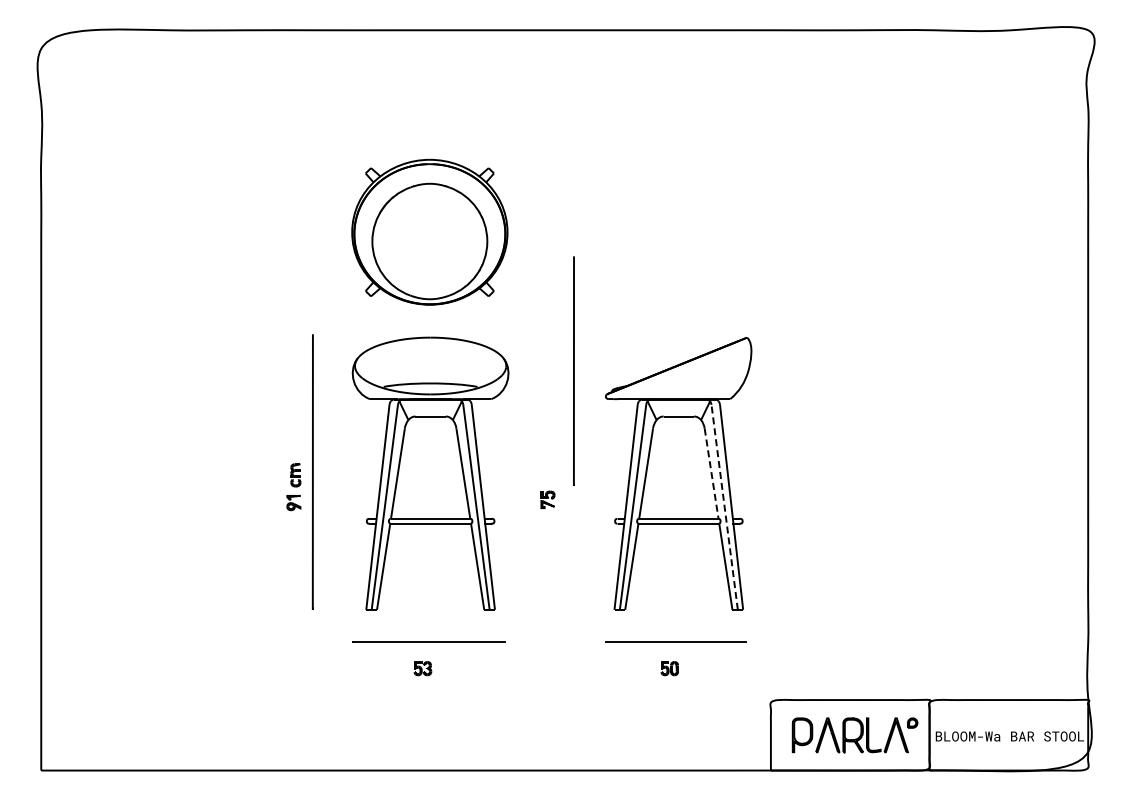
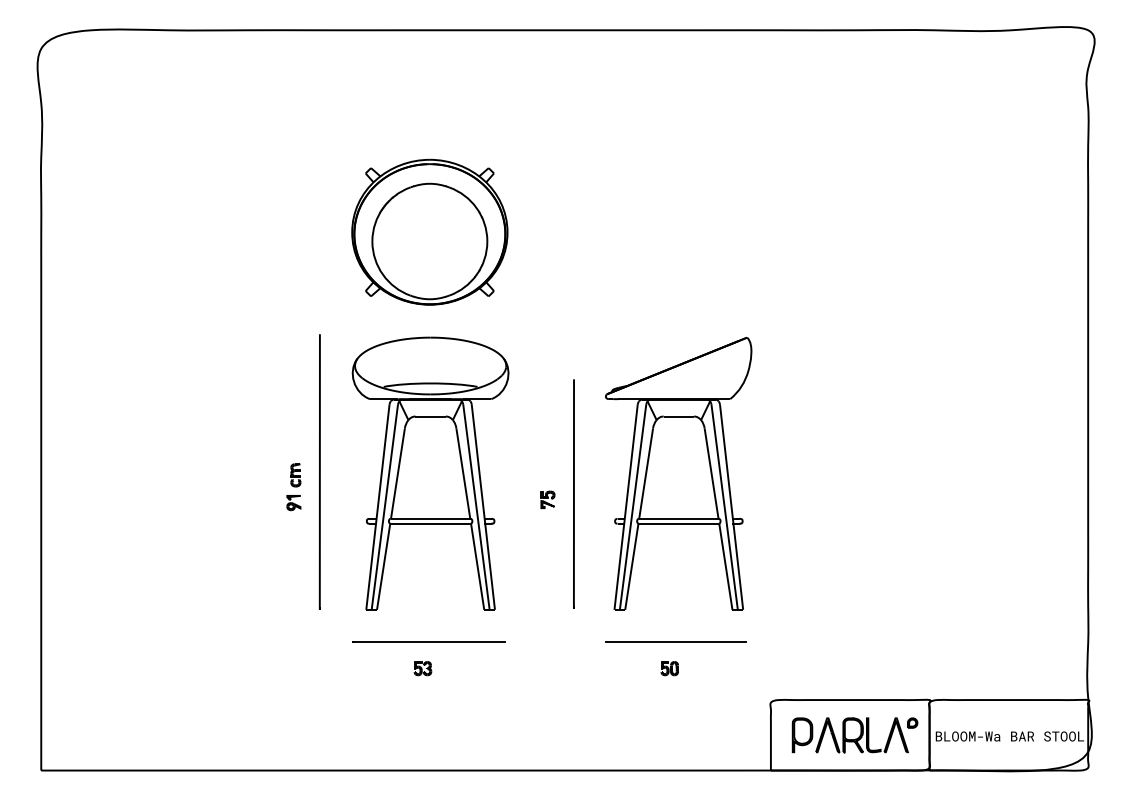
line at (573, 370) position: (573, 370) -> (573, 493)
line at (312, 471) position: (312, 471) -> (319, 471)
line at (711, 473): dashed -> solid
line at (724, 506): dashed -> solid
